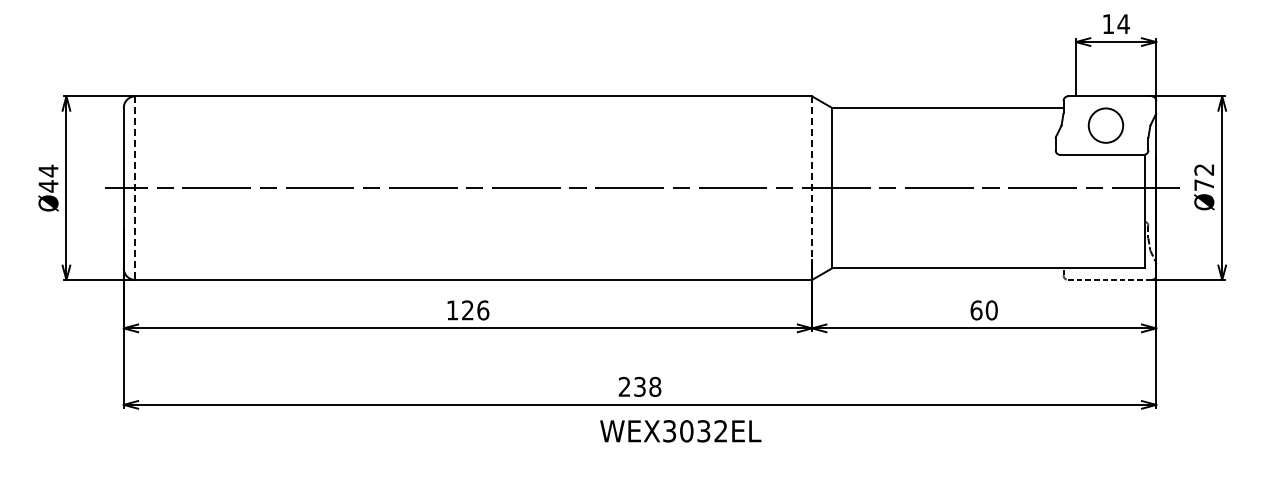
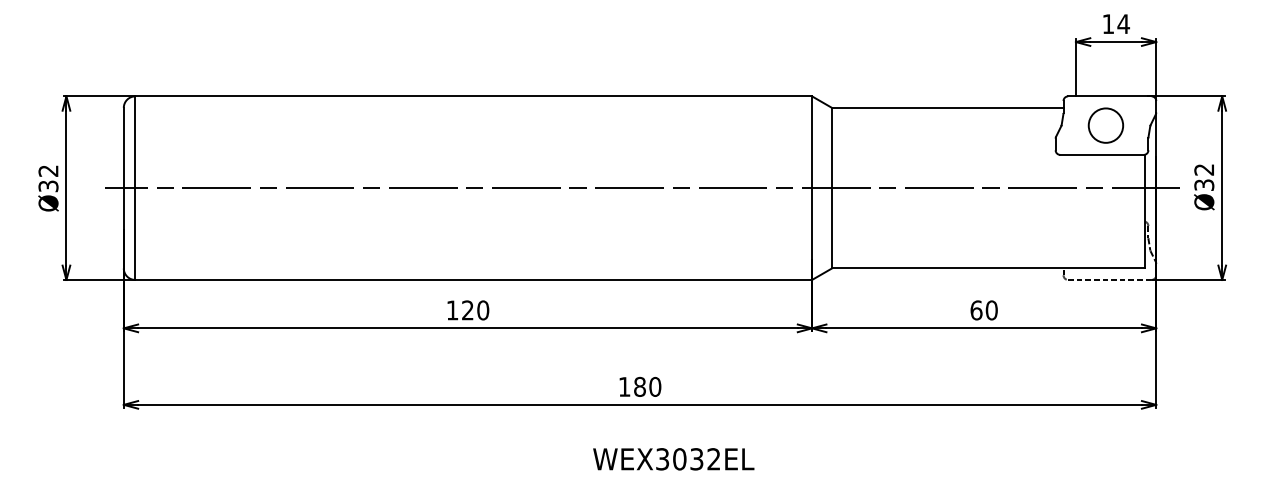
text at (48, 178): Ø44 -> Ø32
text at (1204, 184): Ø72 -> Ø32
line at (135, 188): dashed -> solid
line at (812, 188): dashed -> solid
text at (483, 310): 126 -> 120
text at (639, 386): 238 -> 180
text at (680, 431) position: (680, 431) -> (673, 459)
